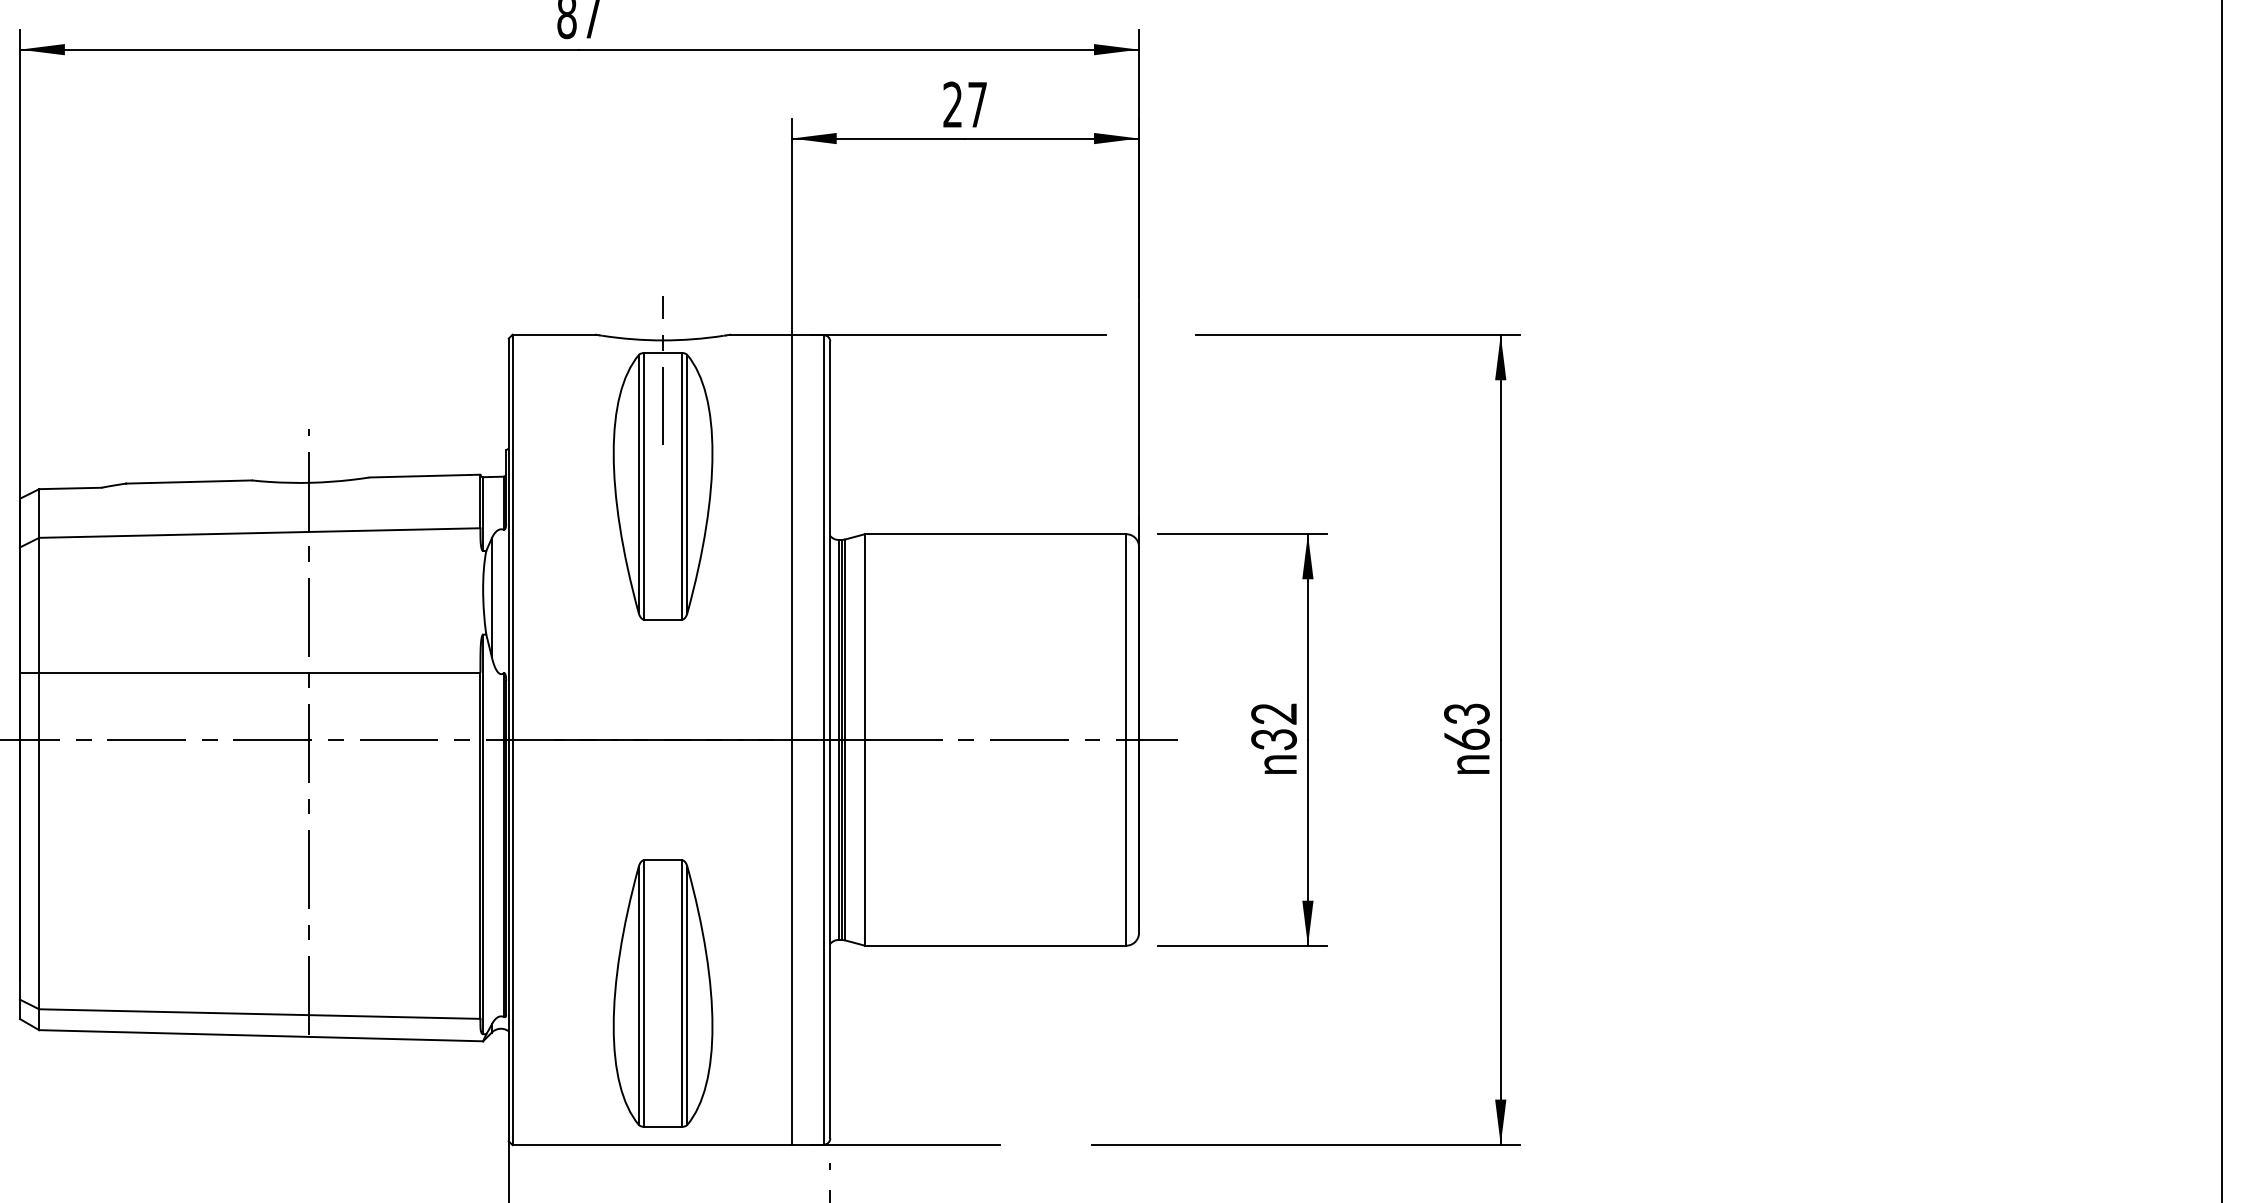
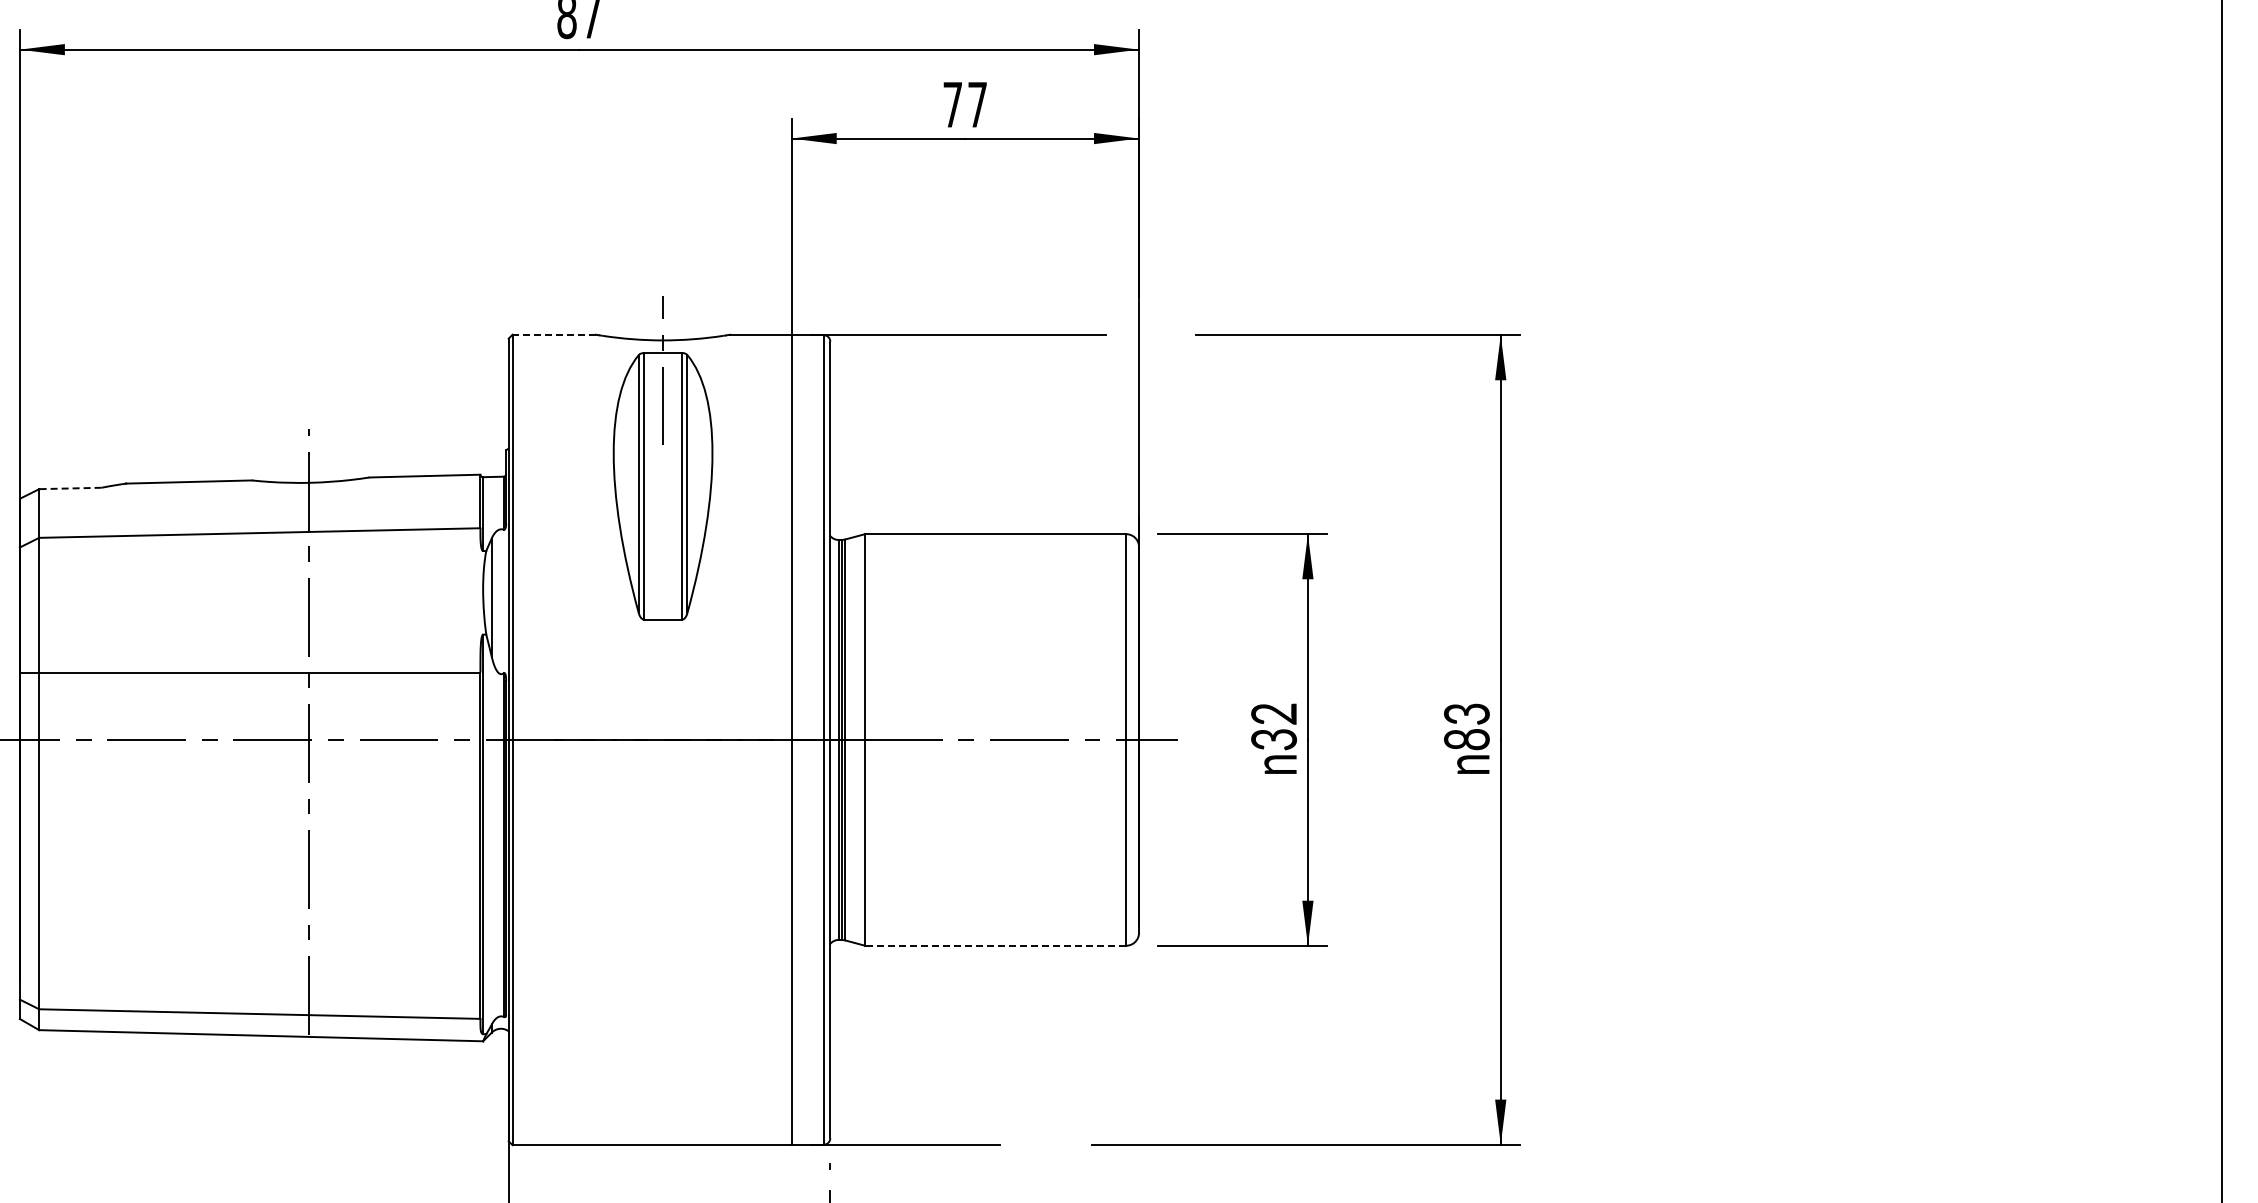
text at (952, 104): 27 -> 77
line at (554, 334): solid -> dashed
line at (69, 488): solid -> dashed
text at (1466, 739): 63 -> 83
line at (995, 945): solid -> dashed
part at (662, 993): present -> none
